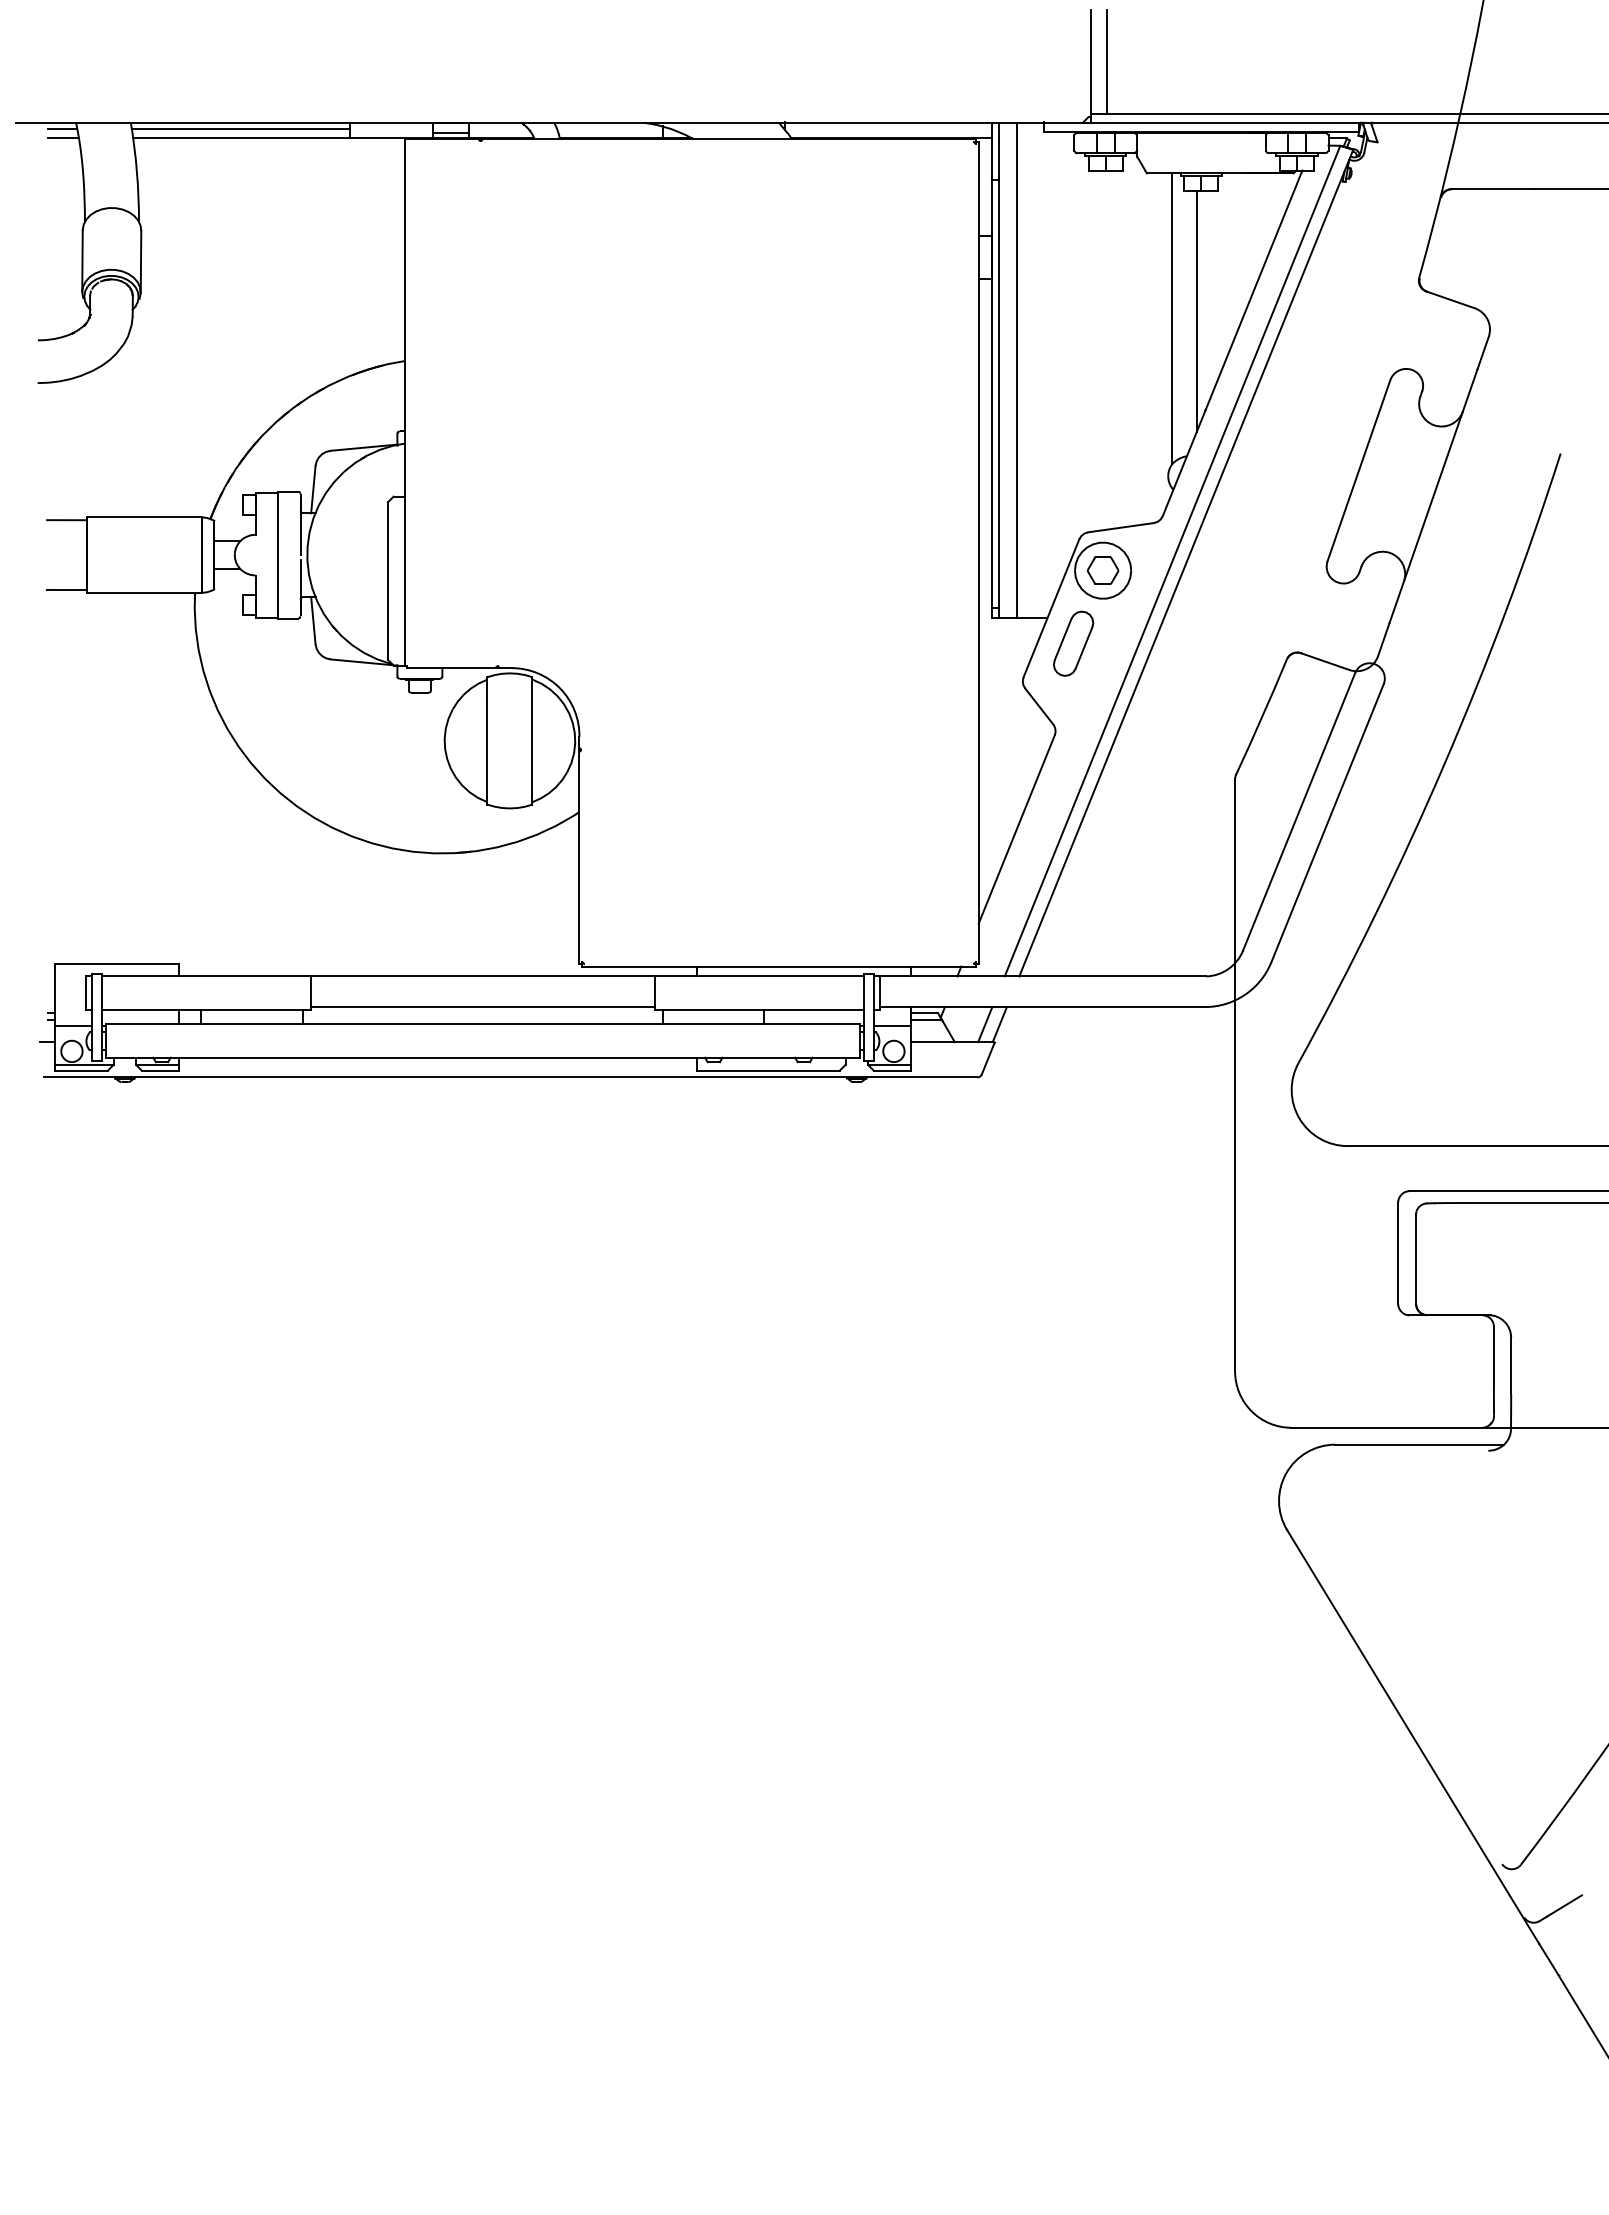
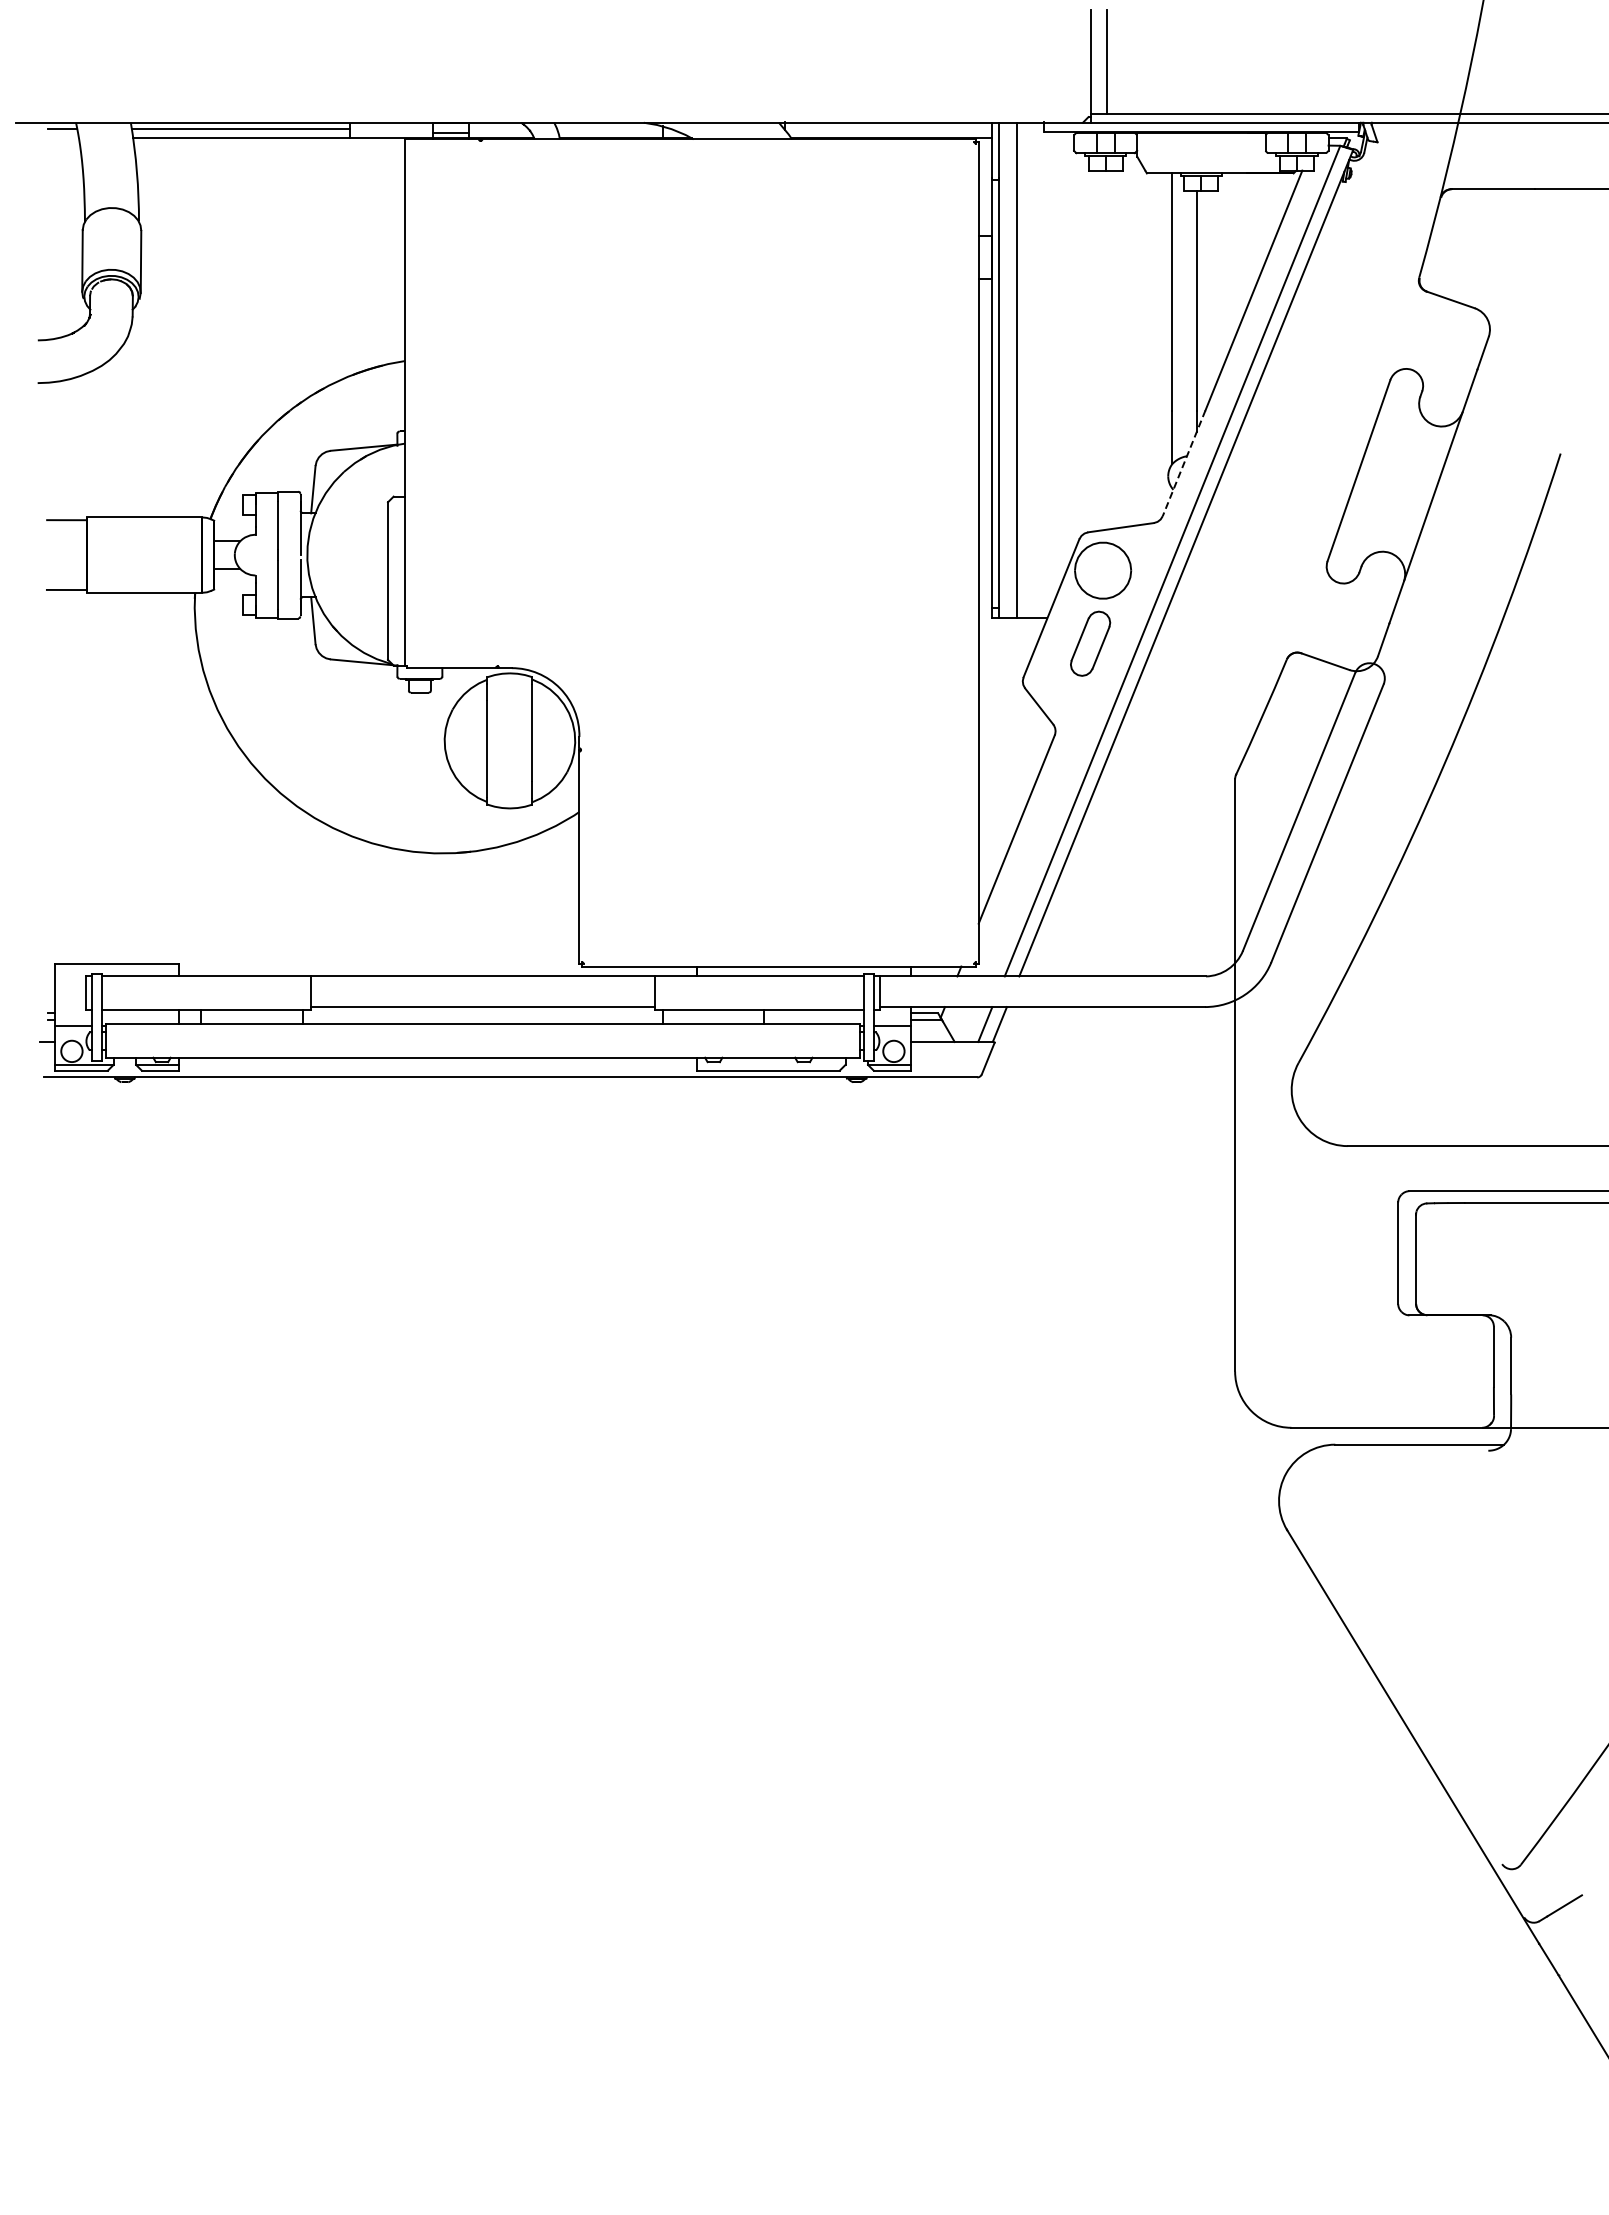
line at (63, 138): present -> none
line at (1184, 463): solid -> dashed
part at (1102, 570): present -> none
part at (1073, 643) position: (1073, 643) -> (1090, 643)
